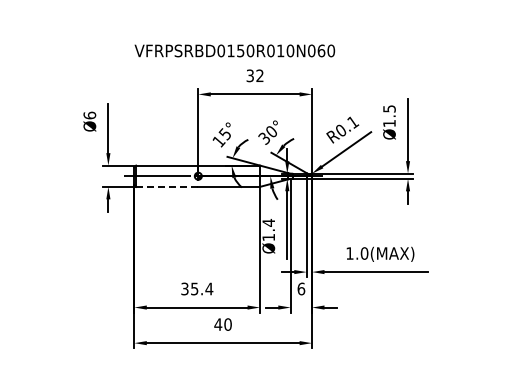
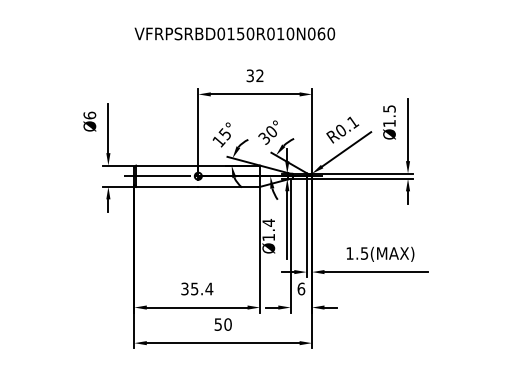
text at (234, 50) position: (234, 50) -> (234, 33)
line at (167, 186): dashed -> solid
text at (364, 253): 1.0(MAX) -> 1.5(MAX)
text at (218, 324): 40 -> 50
